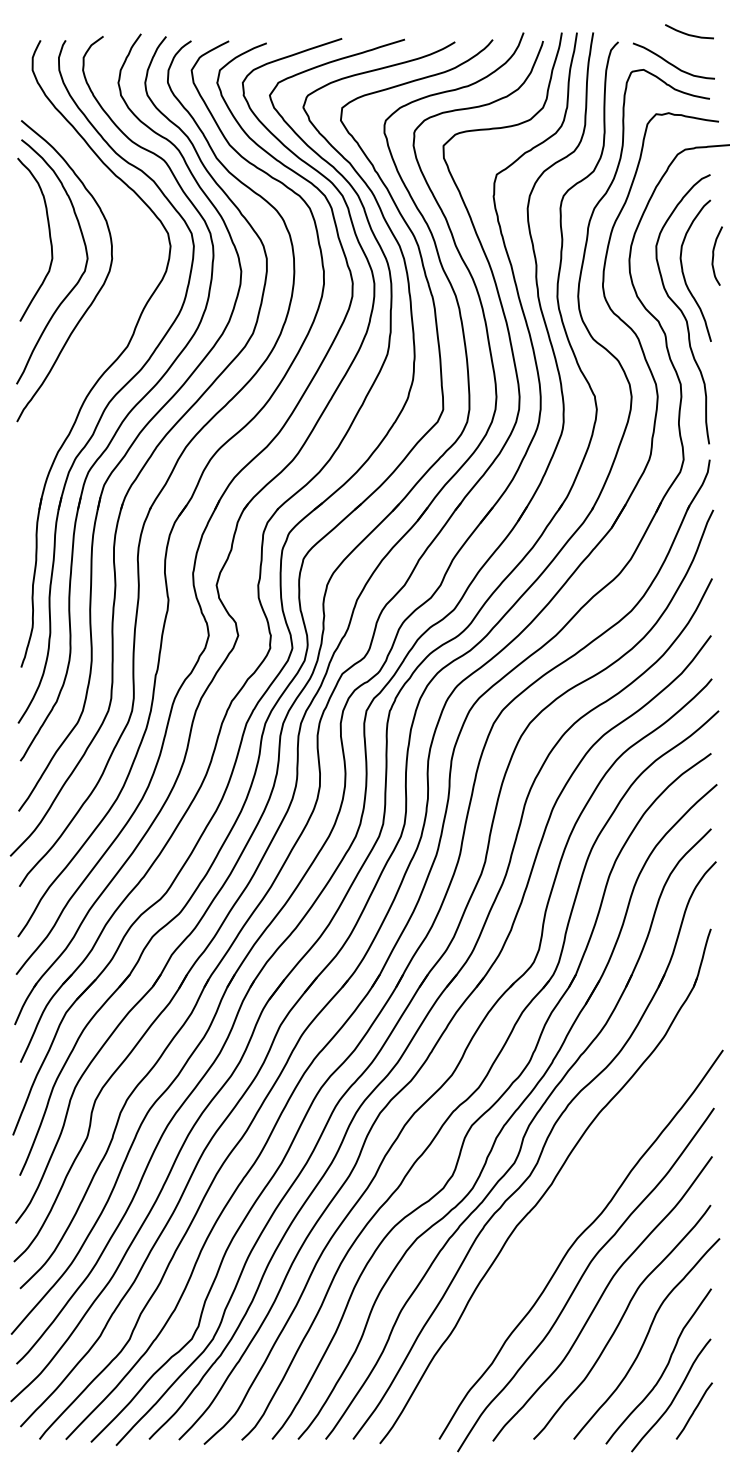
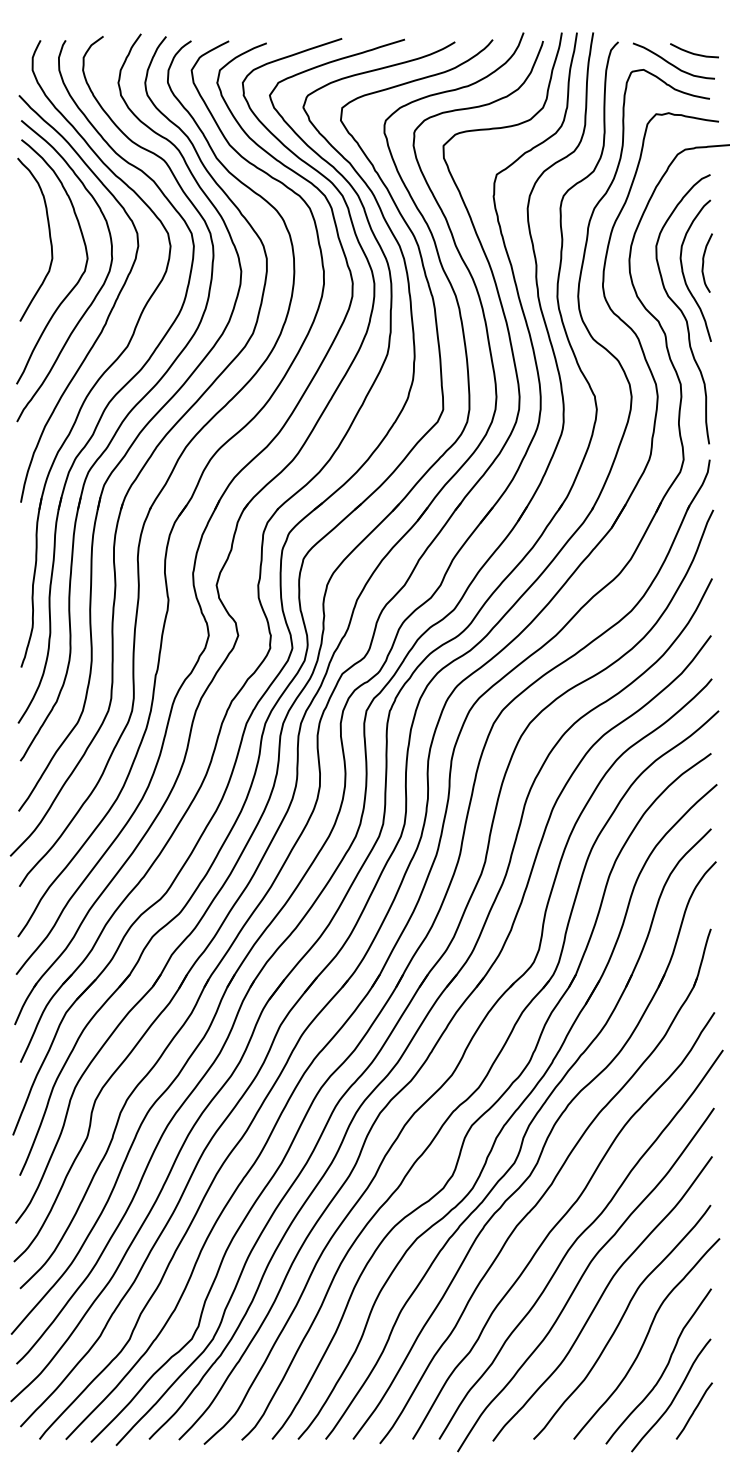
curve at (687, 33) position: (687, 33) -> (692, 52)
curve at (714, 255) position: (714, 255) -> (704, 262)
curve at (108, 314): none -> present
curve at (560, 1221): none -> present
